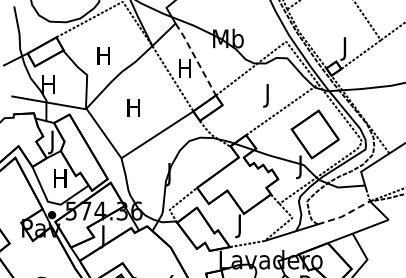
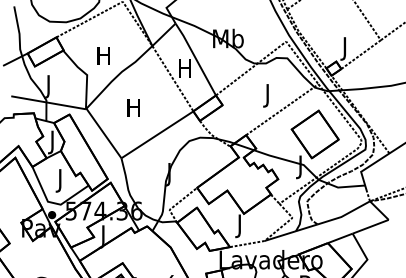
line at (196, 59): dashed -> solid
text at (48, 86): H -> J
text at (60, 180): H -> J
line at (344, 215): dashed -> solid
